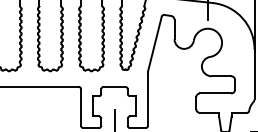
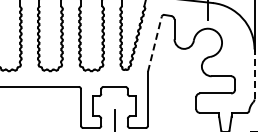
line at (154, 43): solid -> dashed
line at (254, 74): solid -> dashed
